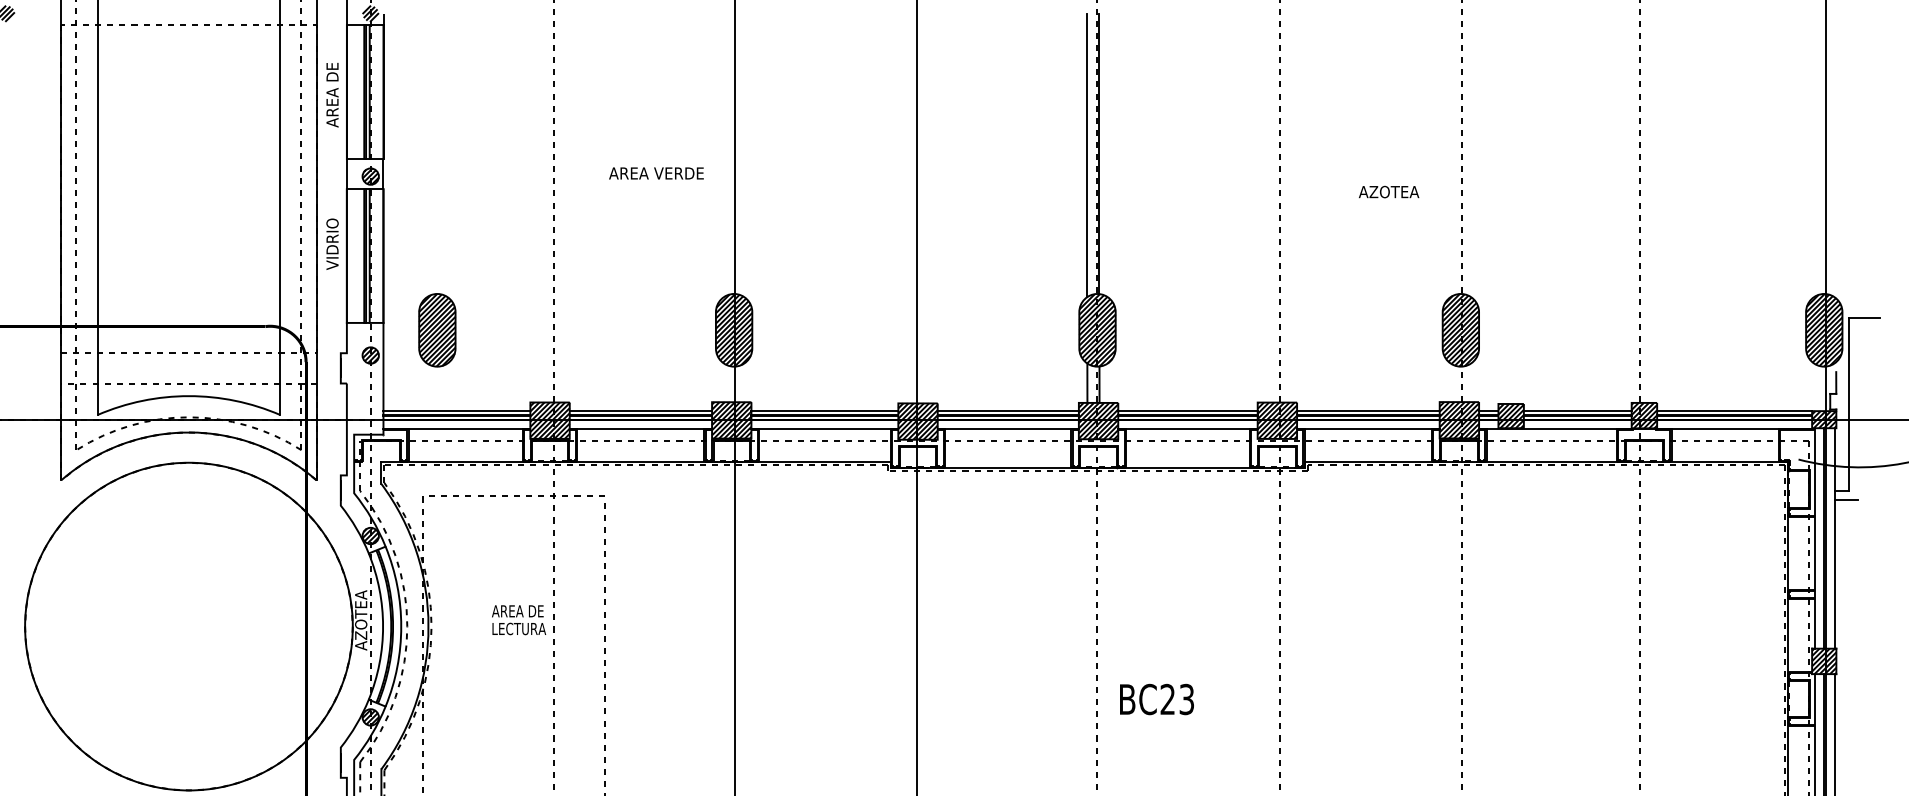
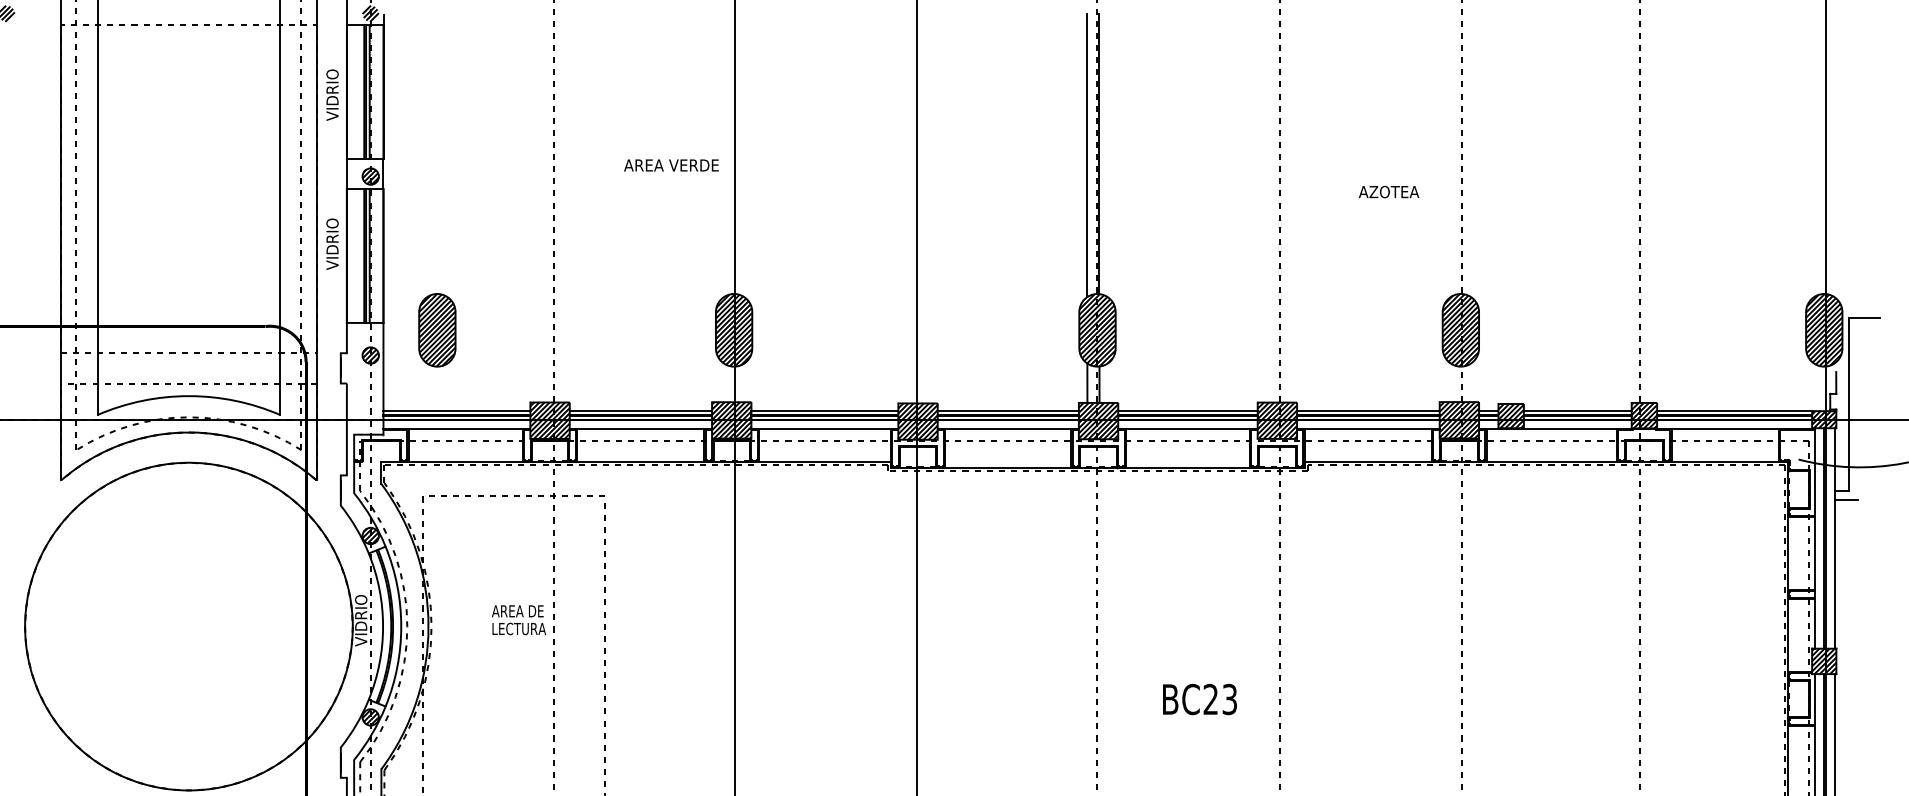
text at (332, 94): AREA DE -> VIDRIO
text at (656, 173) position: (656, 173) -> (671, 165)
text at (361, 620): AZOTEA -> VIDRIO
text at (1156, 699) position: (1156, 699) -> (1199, 699)
